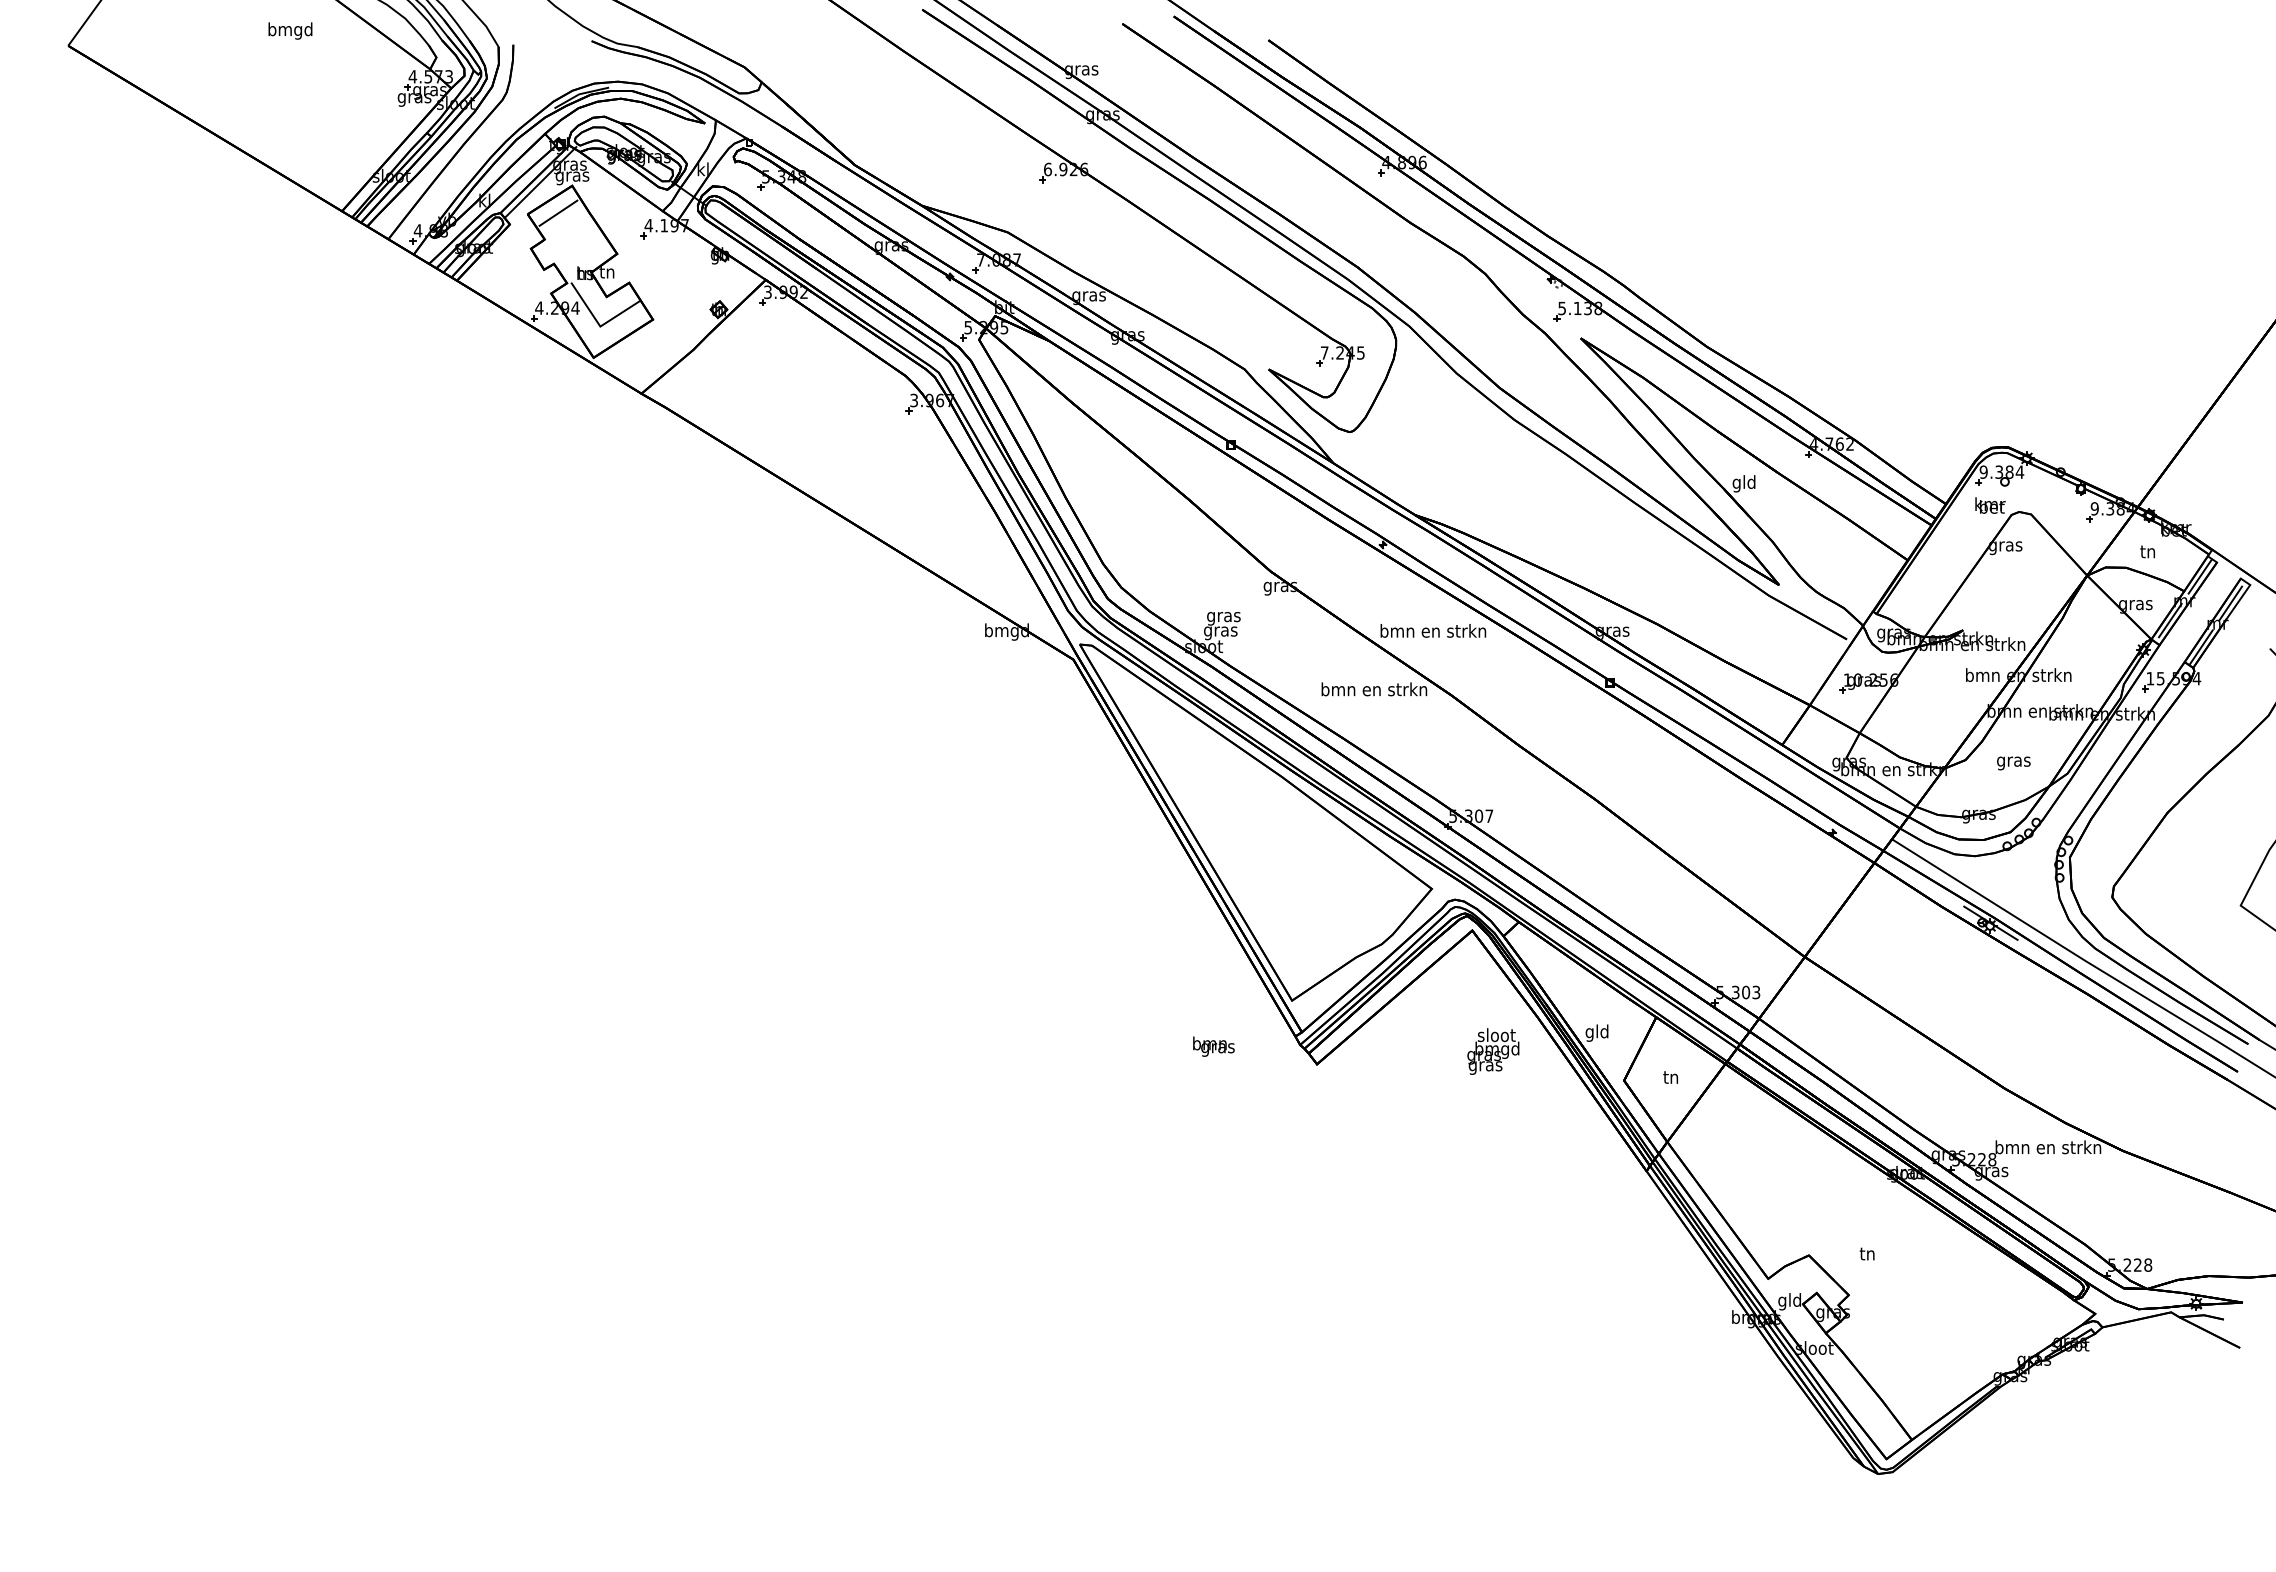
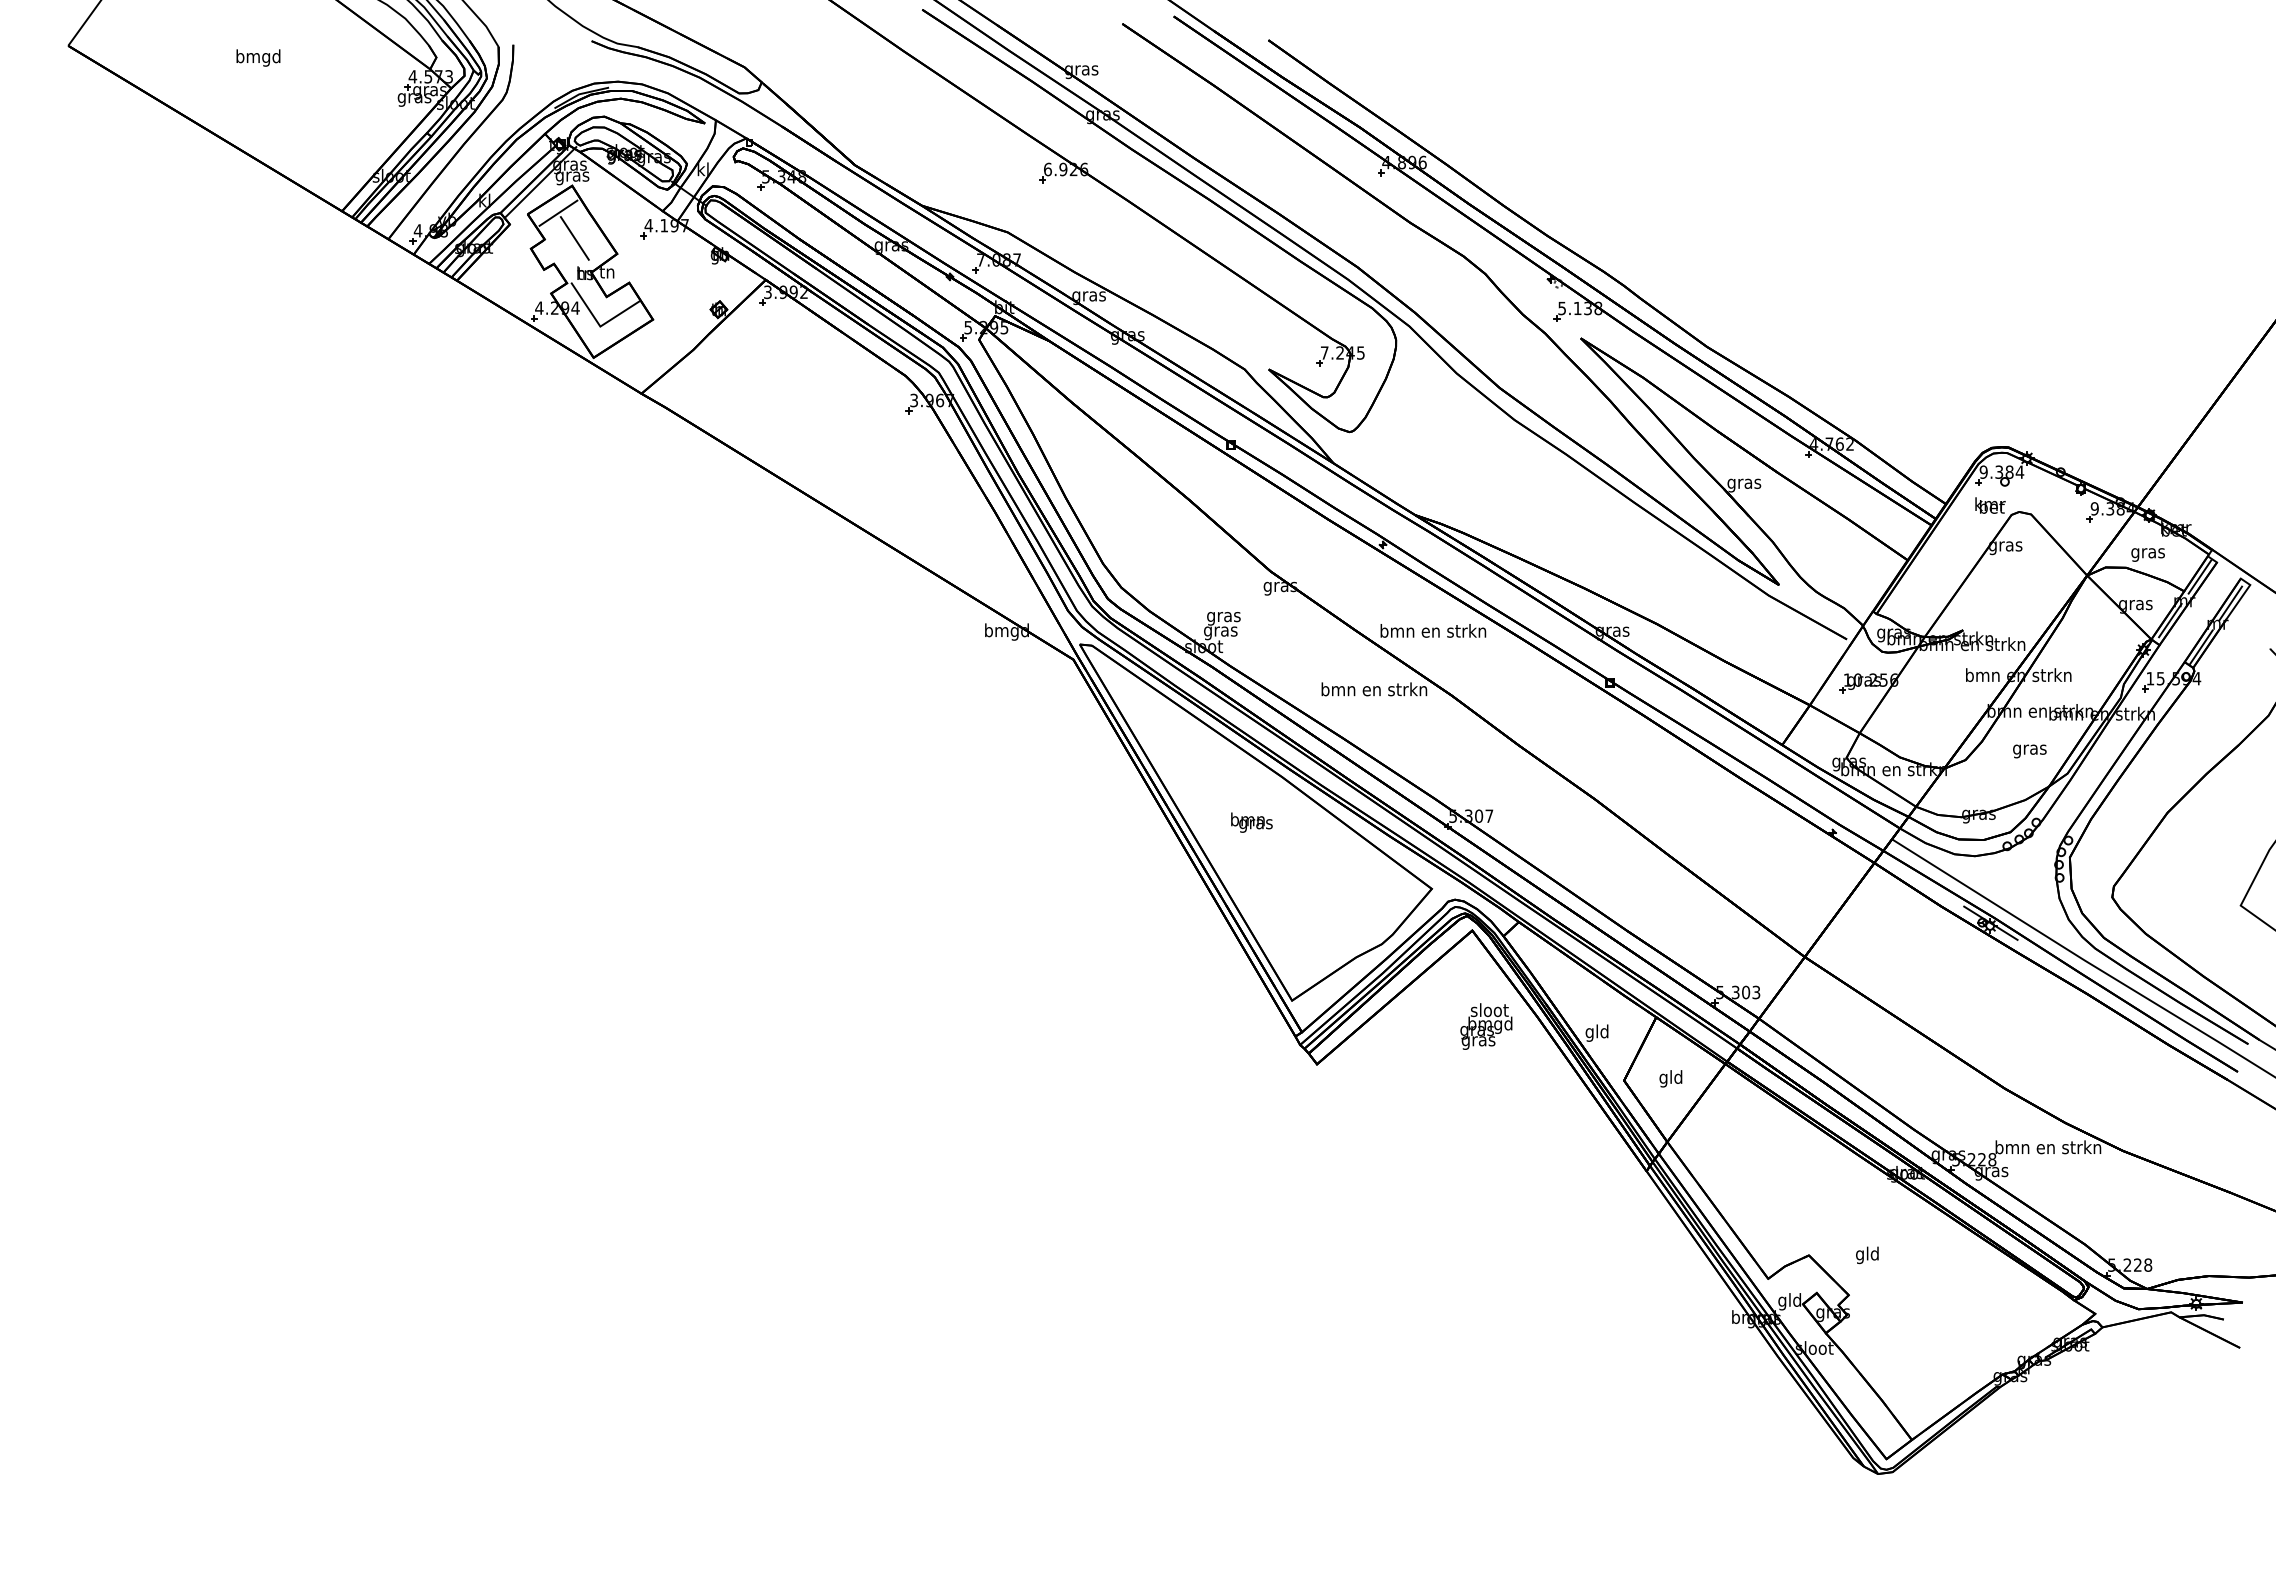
text at (290, 30) position: (290, 30) -> (258, 57)
line at (574, 238): none -> present
text at (1744, 483): gld -> gras
text at (2147, 553): tn -> gras
text at (2013, 763) position: (2013, 763) -> (2029, 751)
text at (1213, 1046) position: (1213, 1046) -> (1251, 822)
text at (1493, 1051) position: (1493, 1051) -> (1486, 1026)
text at (1670, 1078): tn -> gld
text at (1867, 1255): tn -> gld
